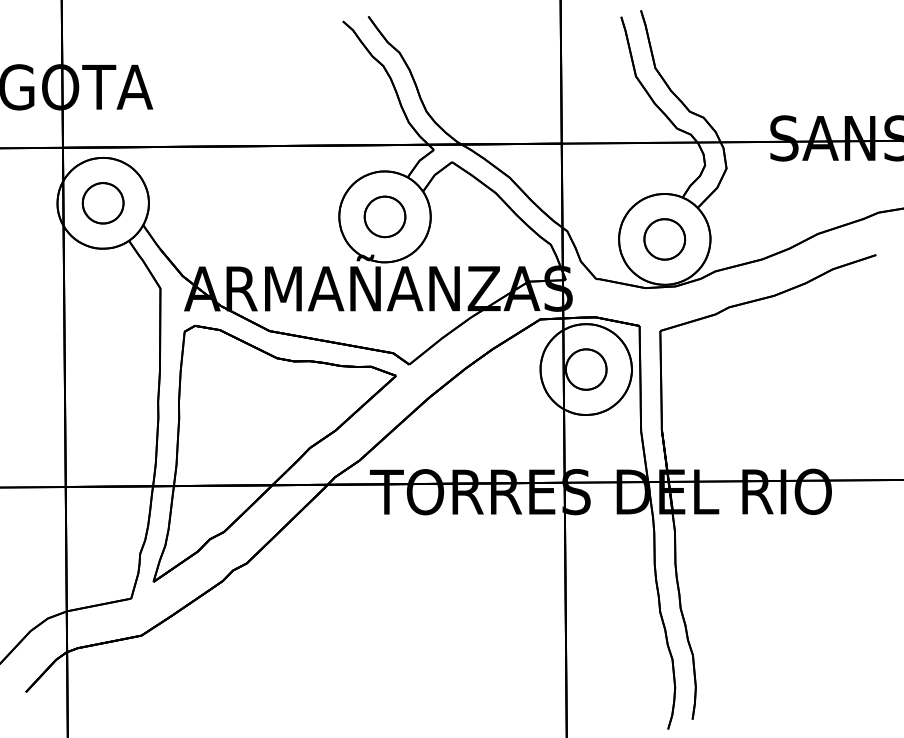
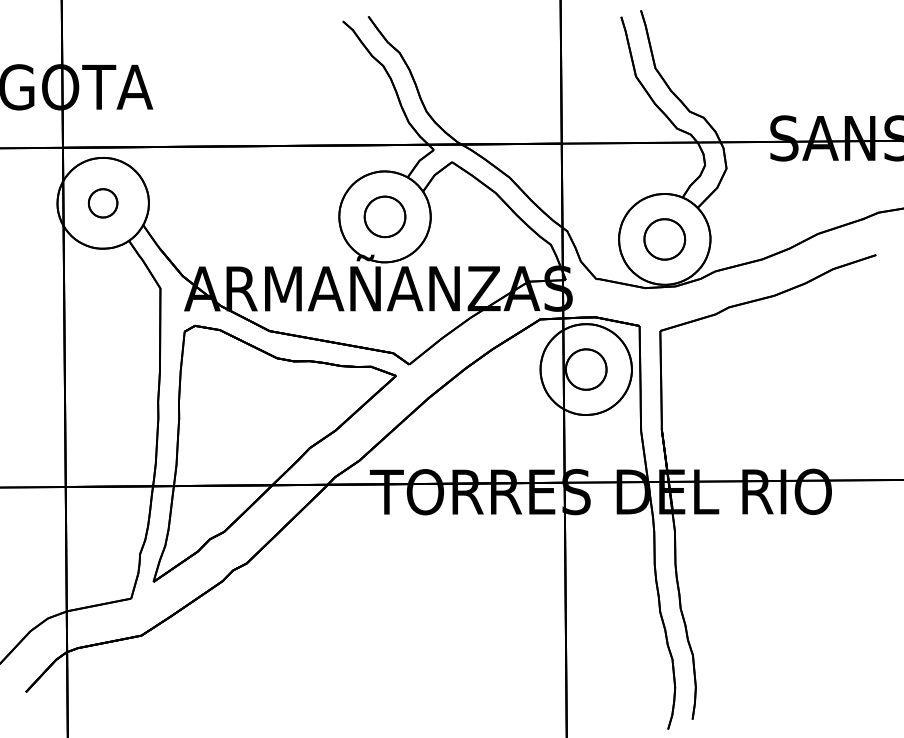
part at (102, 203) size: 44x43 px -> 32x31 px
